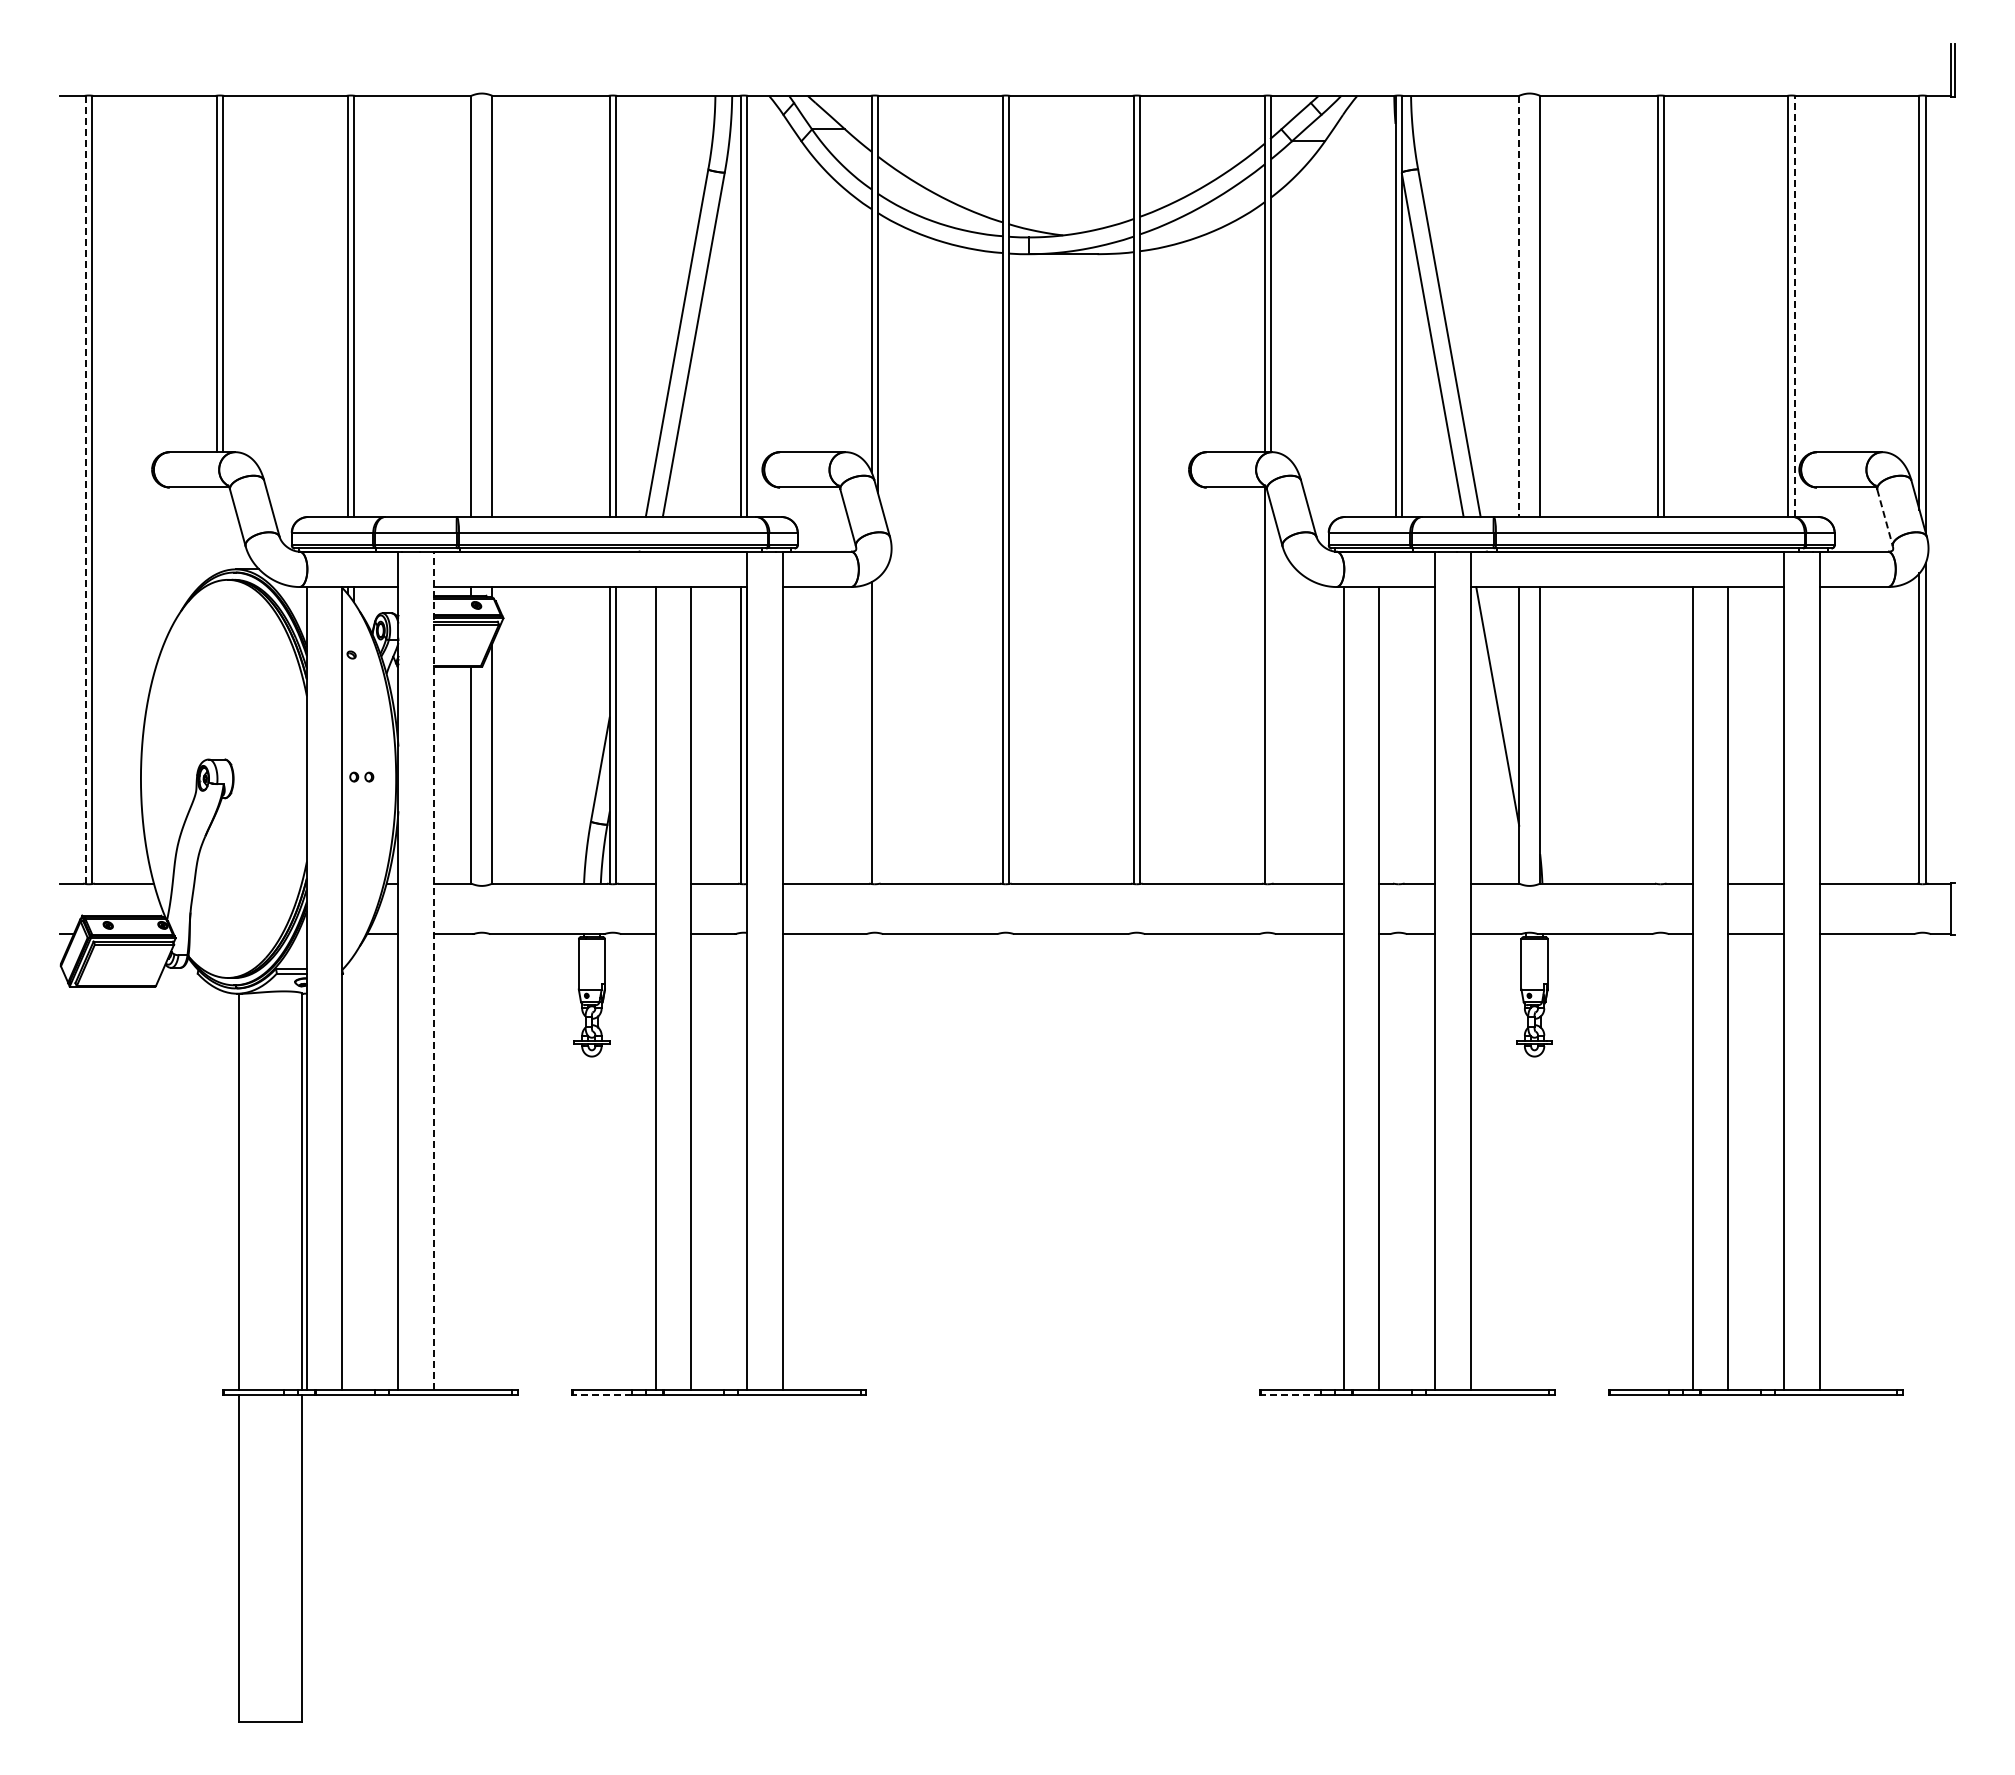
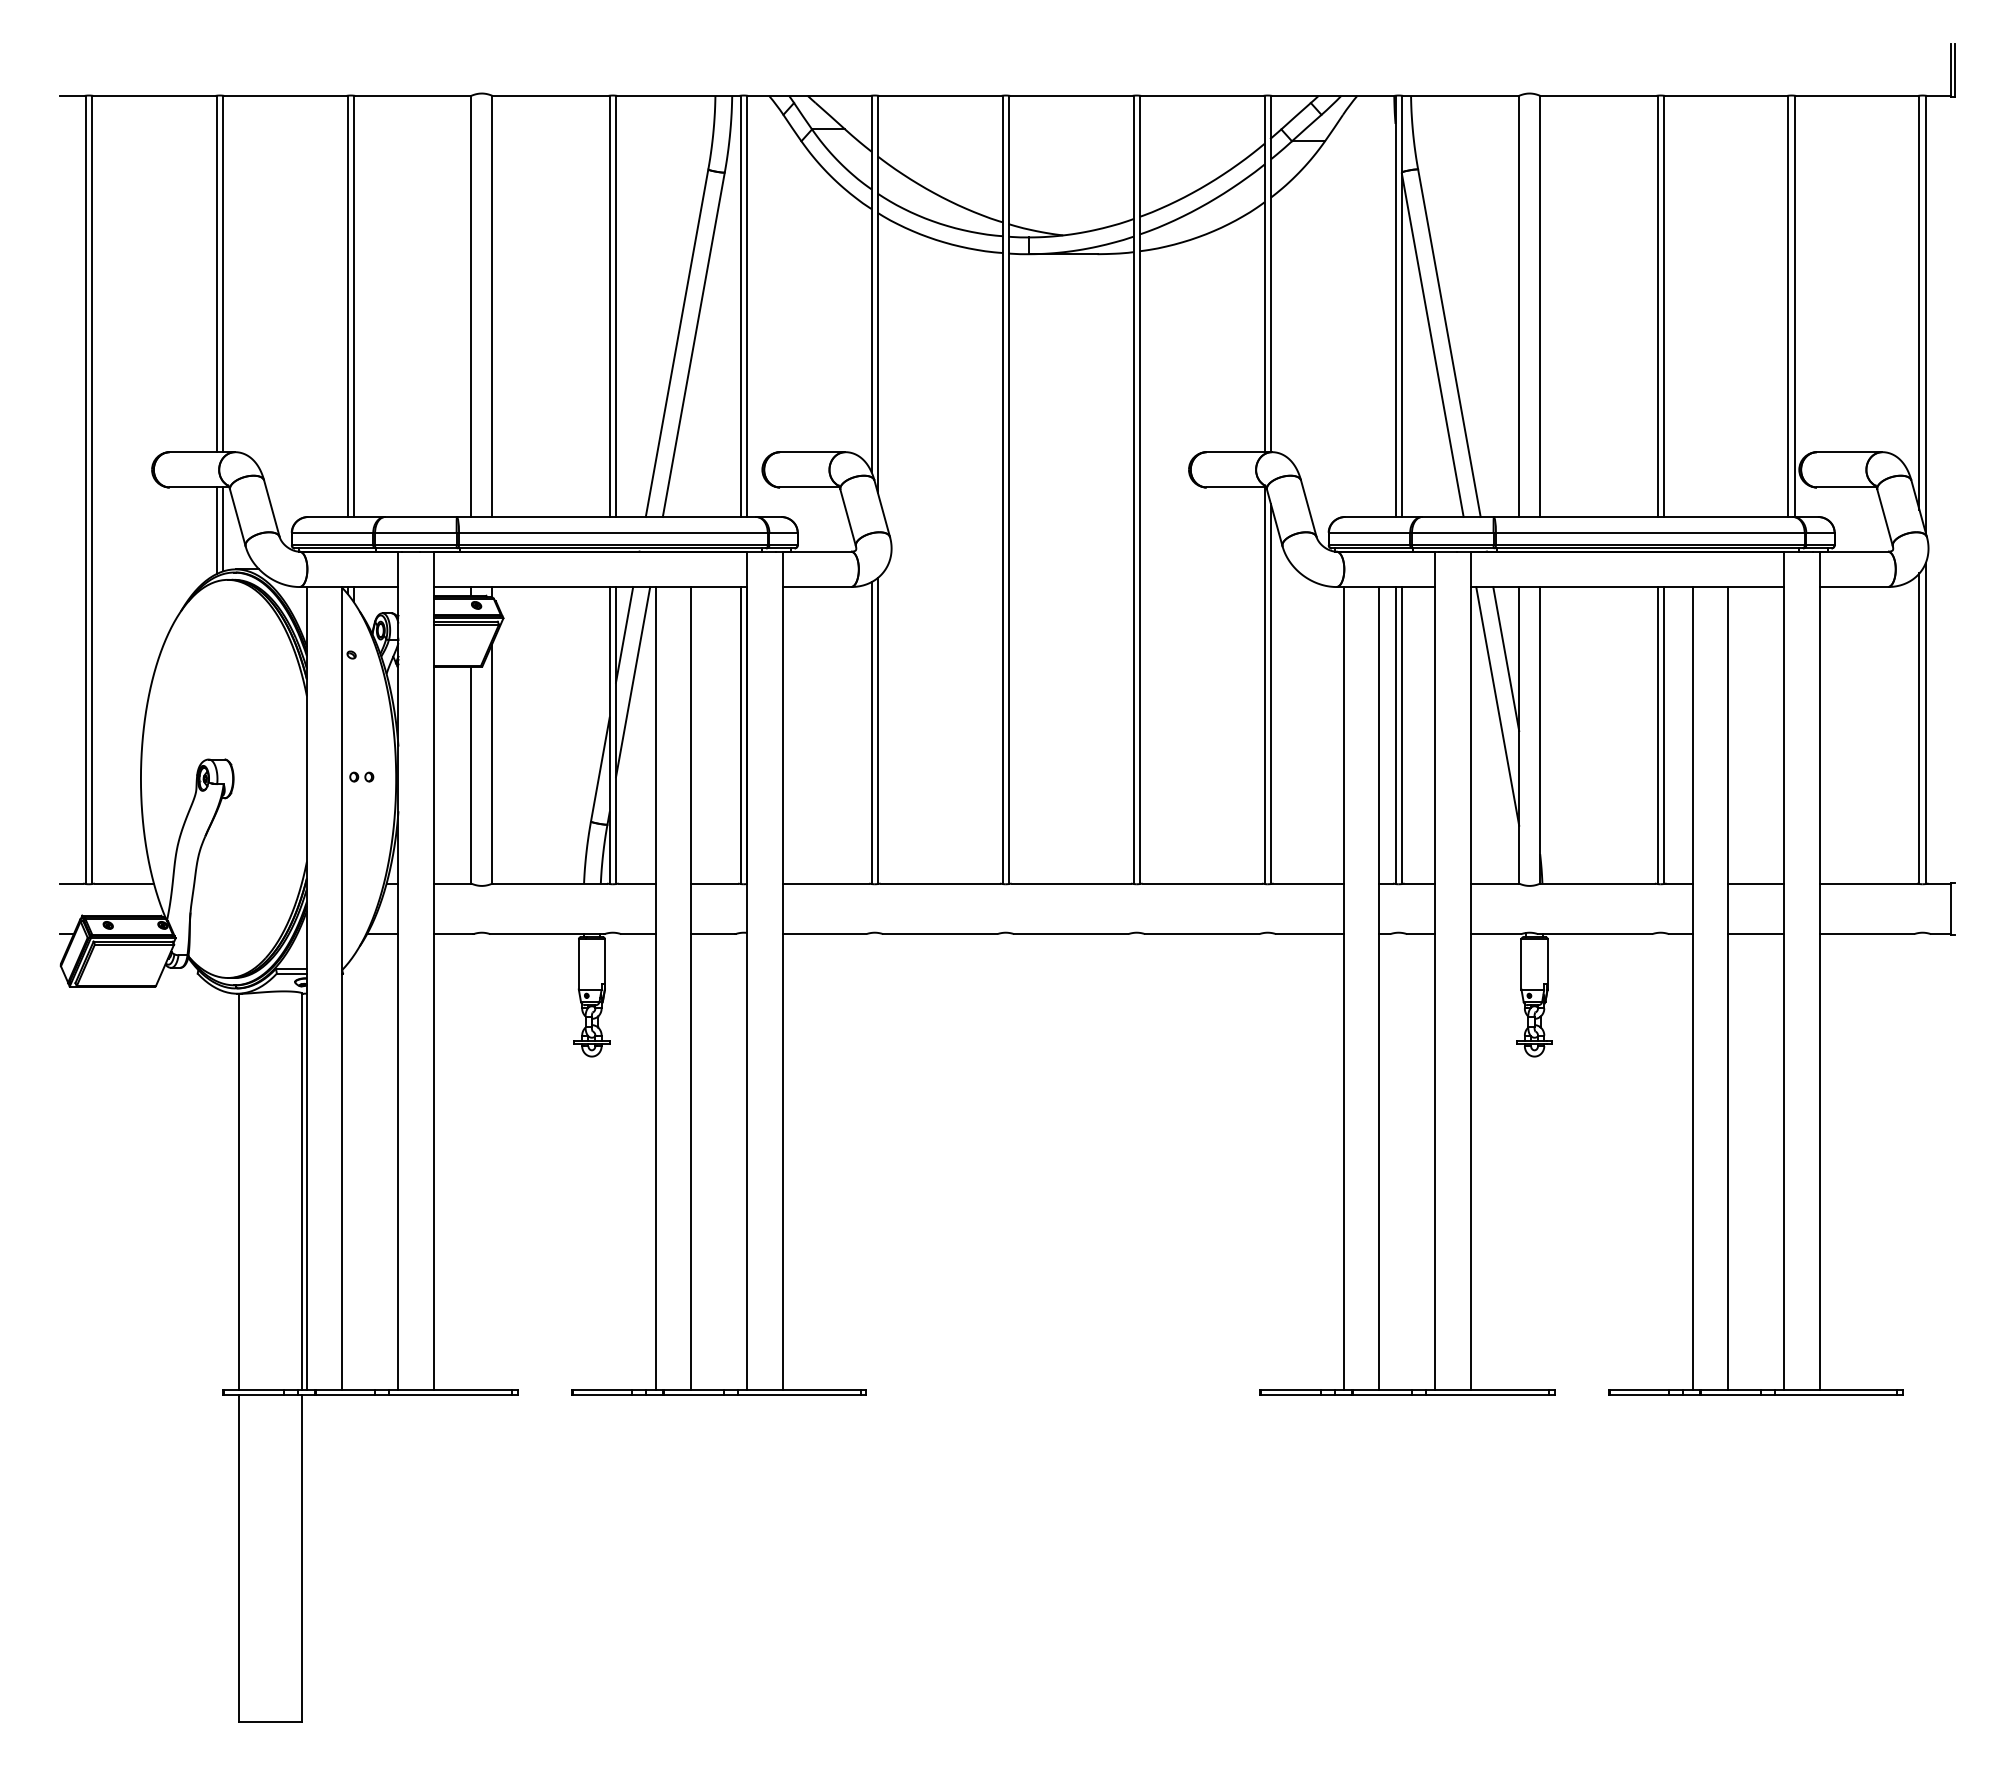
line at (1519, 306): dashed -> solid
line at (1794, 306): dashed -> solid
line at (85, 490): dashed -> solid
line at (1885, 518): dashed -> solid
line at (223, 529): none -> present
line at (216, 530): none -> present
line at (624, 634): none -> present
line at (1506, 659): none -> present
line at (633, 682): none -> present
line at (1270, 693): none -> present
line at (877, 730): none -> present
line at (1395, 735): none -> present
line at (1401, 735): none -> present
line at (1657, 735): none -> present
line at (1663, 735): none -> present
line at (433, 970): dashed -> solid
line at (602, 1395): dashed -> solid
line at (1290, 1395): dashed -> solid
